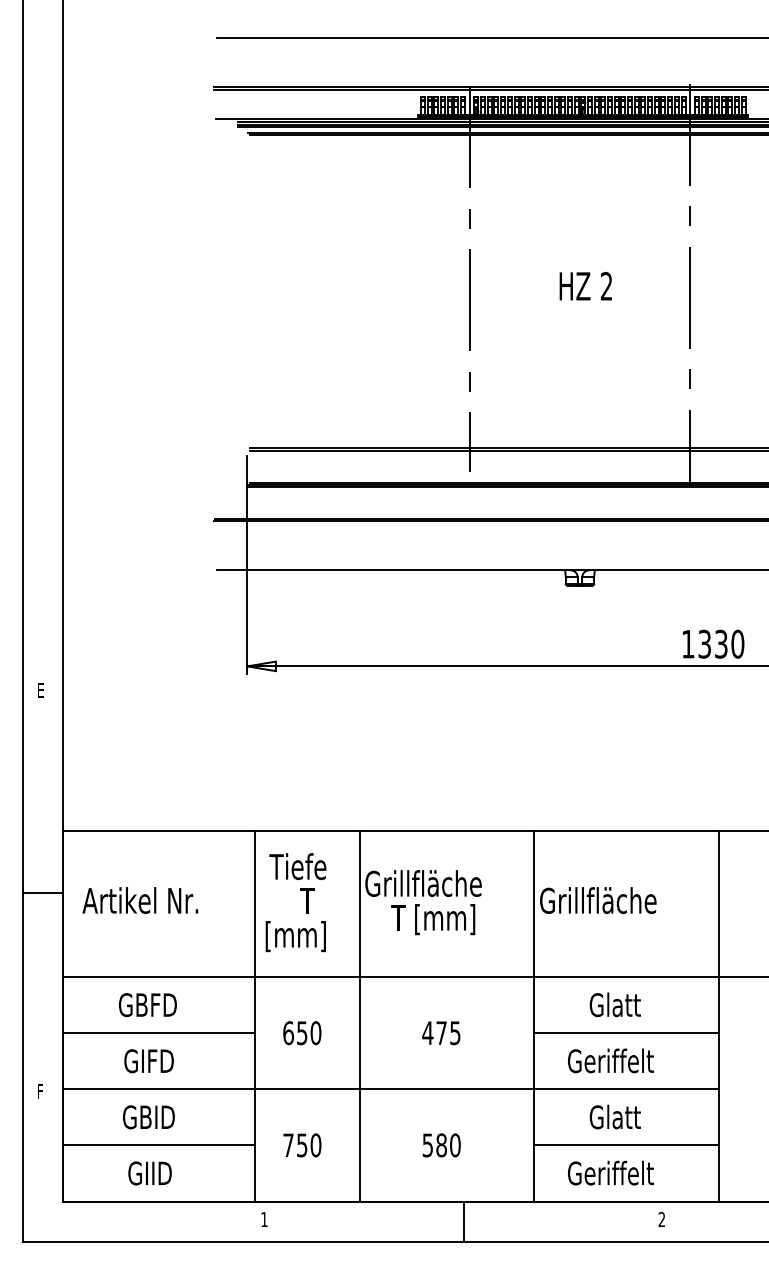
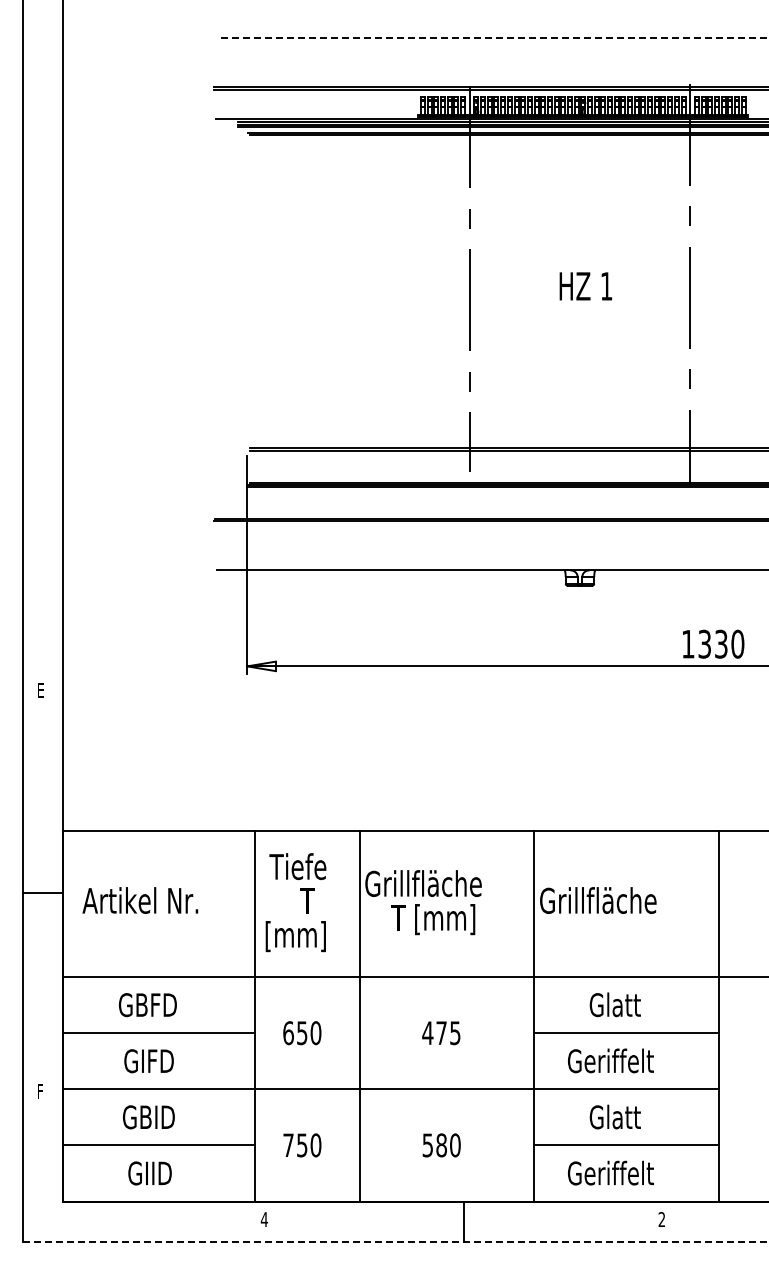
line at (492, 38): solid -> dashed
text at (606, 286): 2 -> 1
text at (264, 1219): 1 -> 4
line at (395, 1241): solid -> dashed
